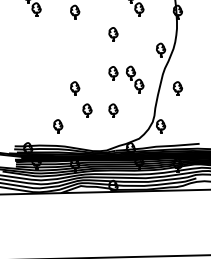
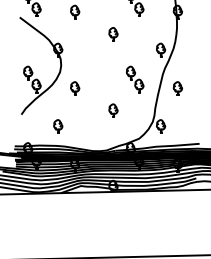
part at (32, 70): none -> present
part at (113, 73): present -> none
part at (87, 110): present -> none
